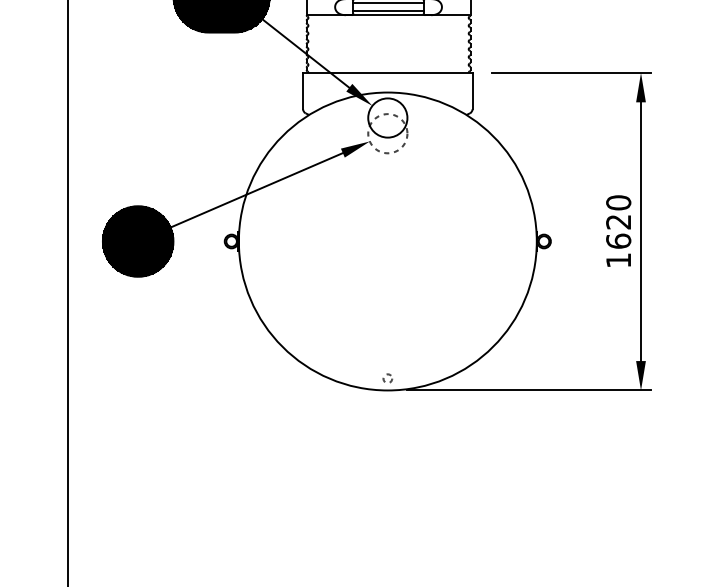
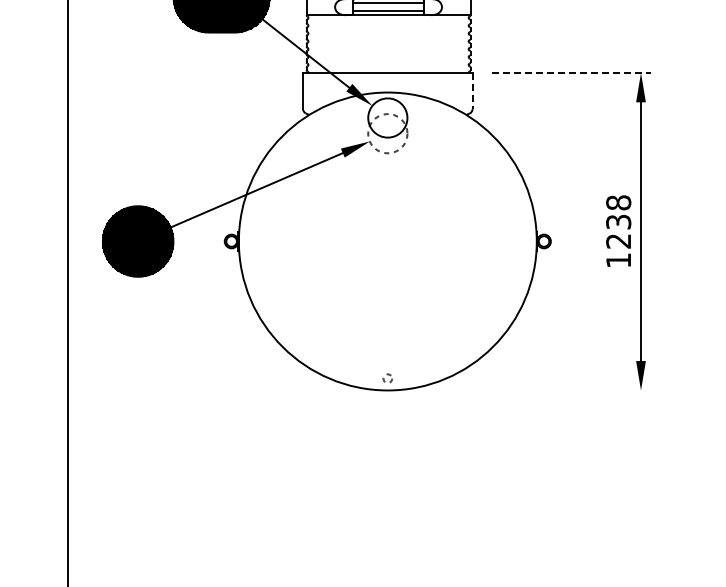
line at (572, 72): solid -> dashed
line at (472, 91): solid -> dashed
text at (618, 221): 1620 -> 1238
line at (528, 390): present -> none
